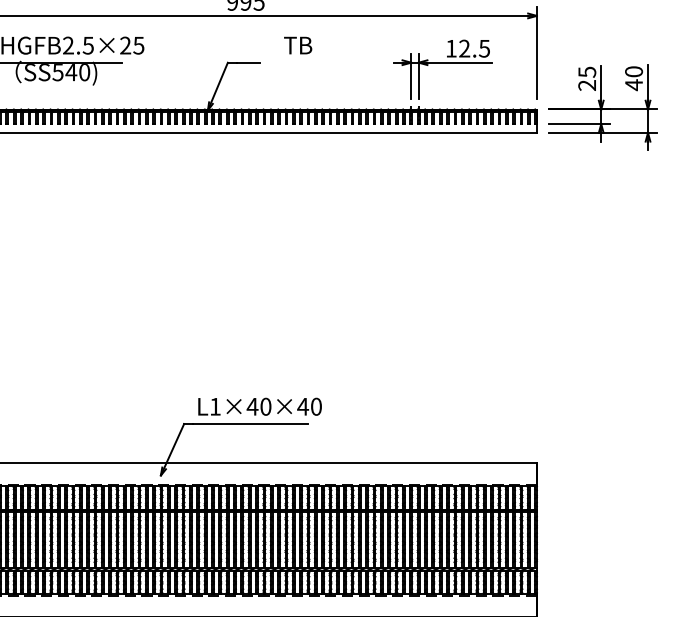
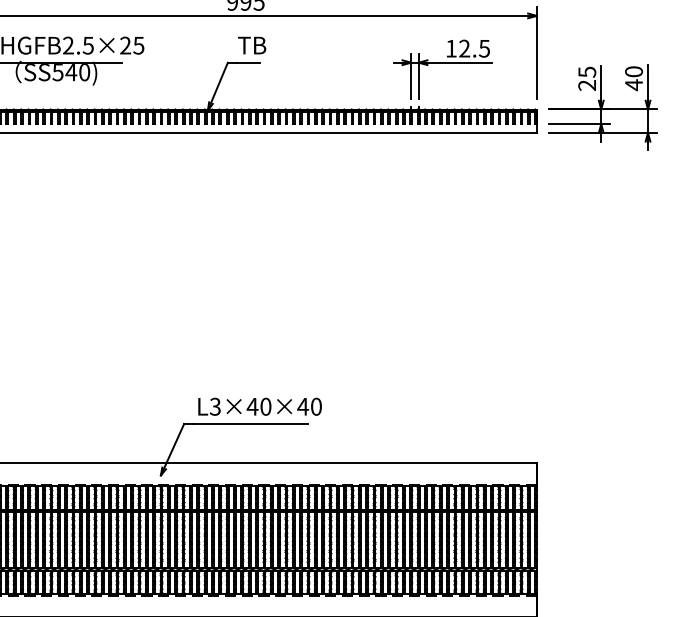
text at (298, 45) position: (298, 45) -> (252, 45)
text at (214, 406): L1×40×40 -> L3×40×40
